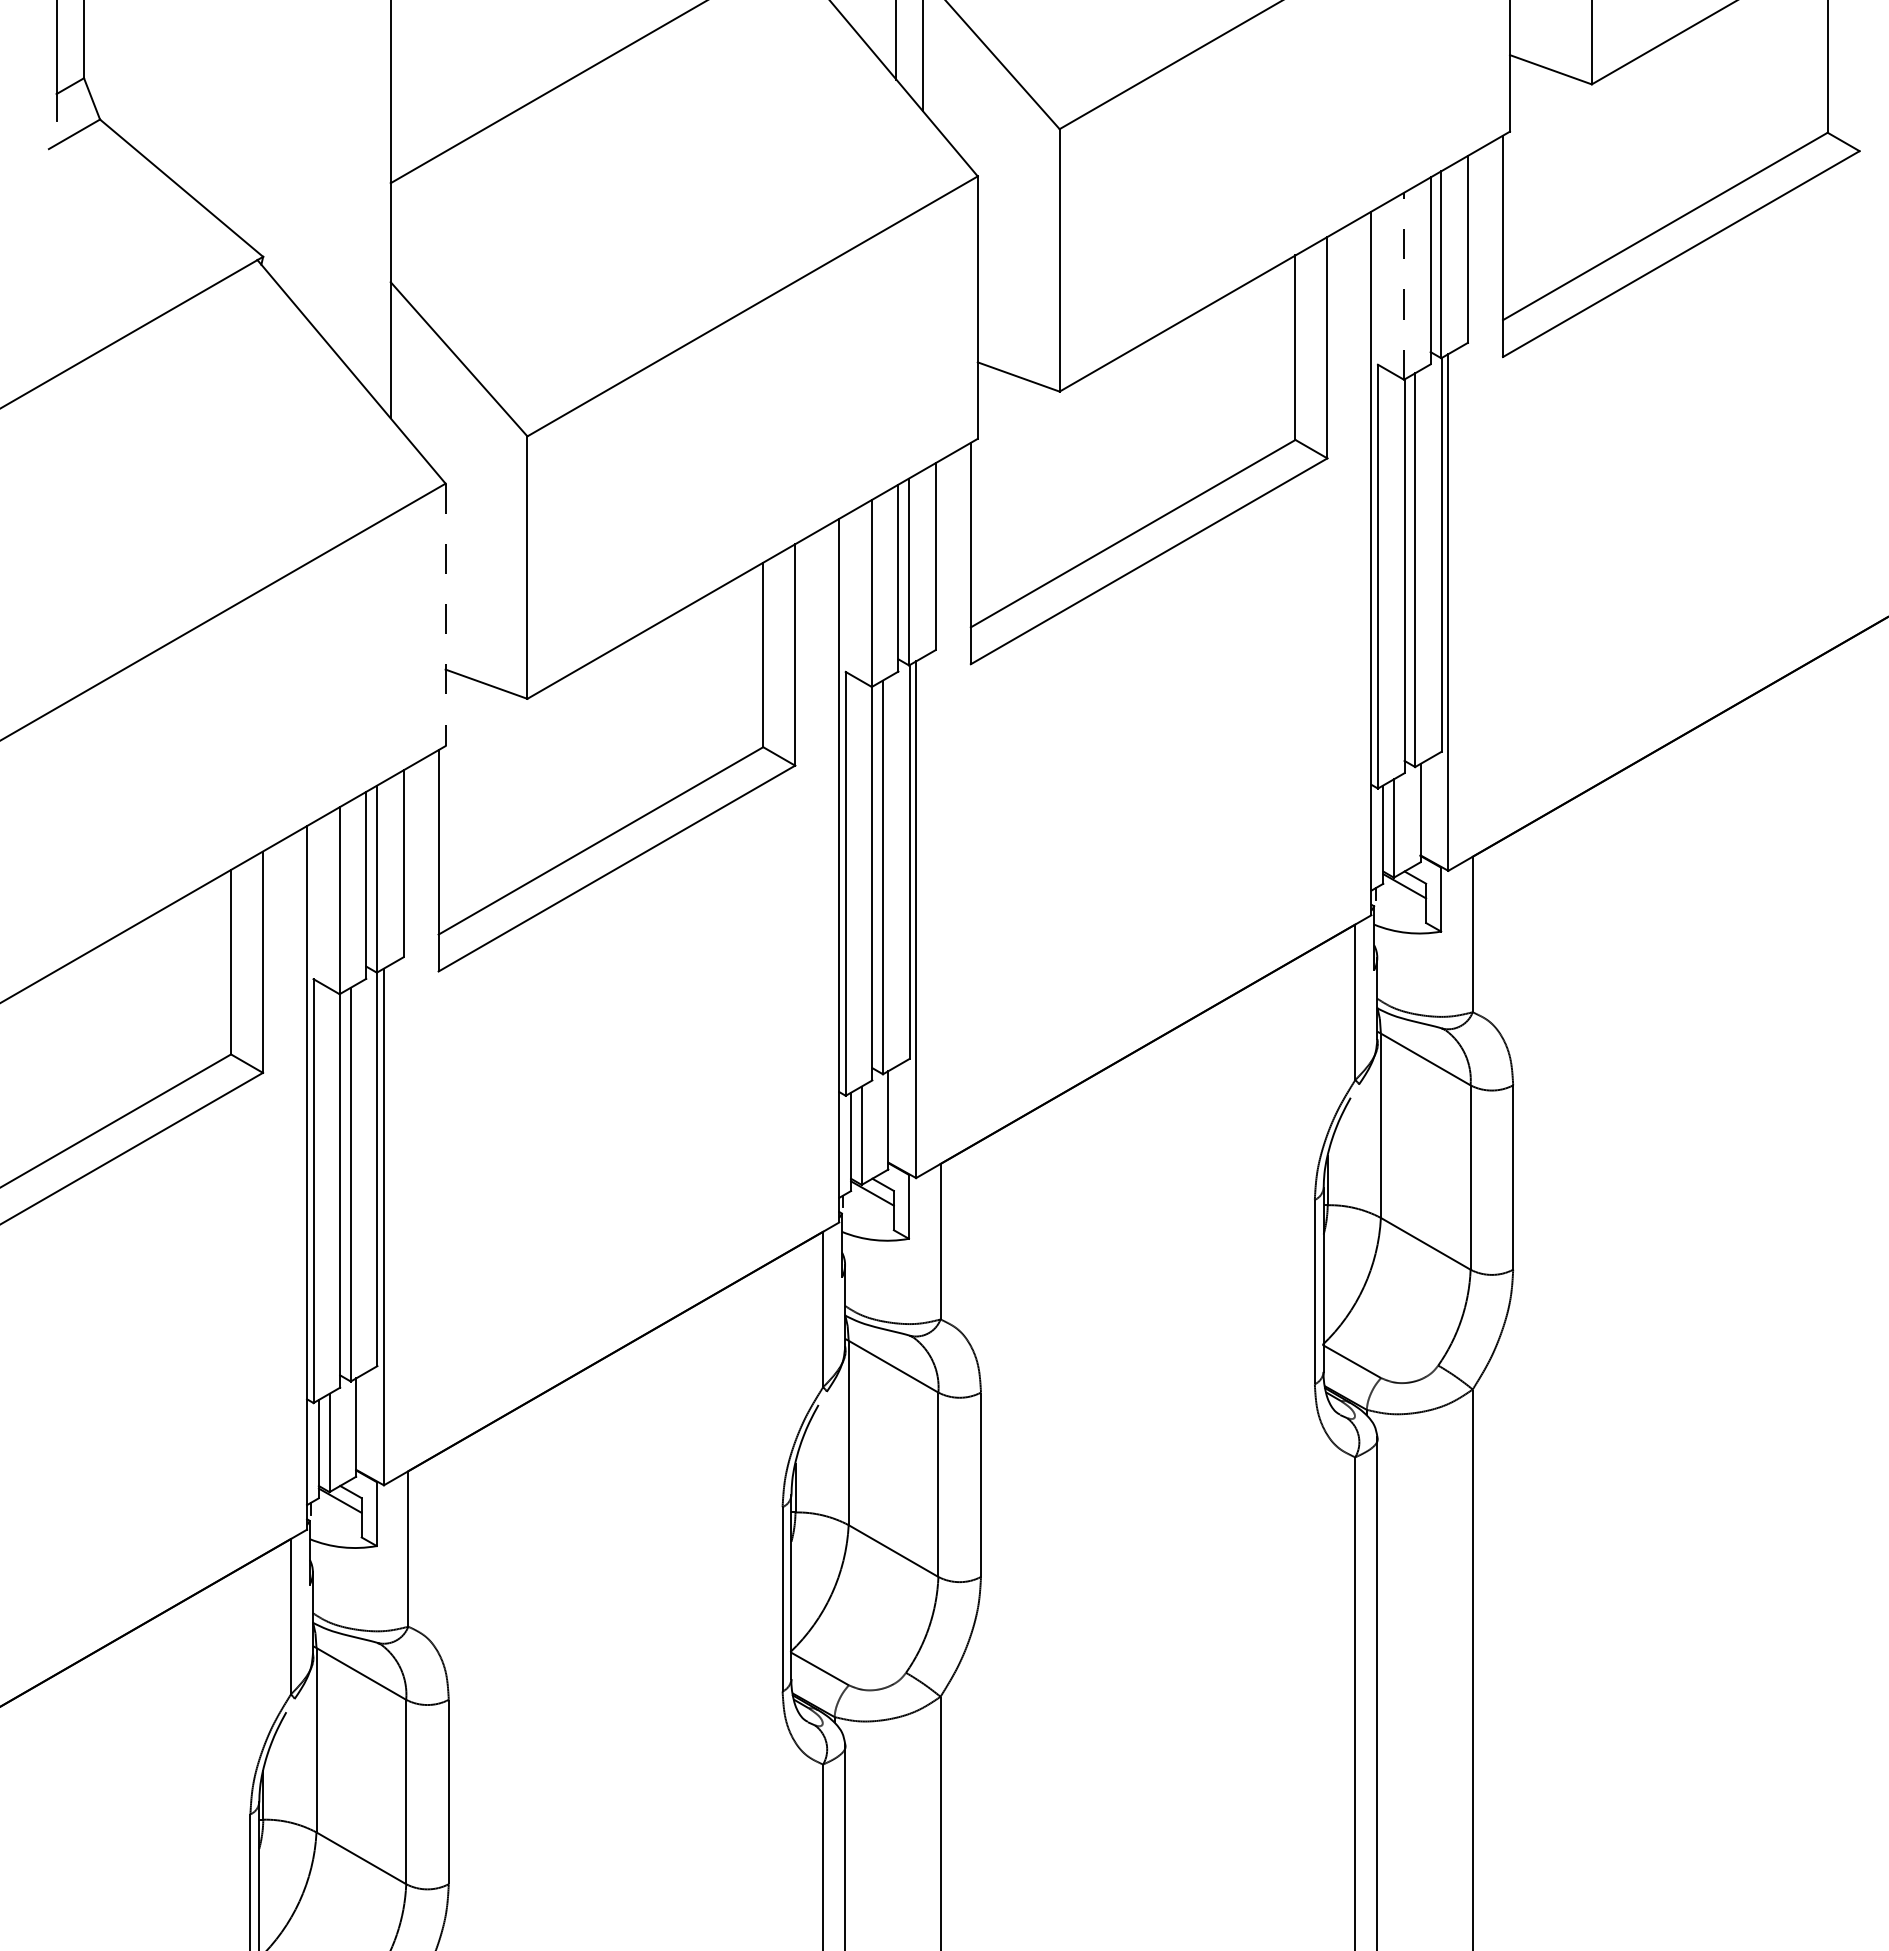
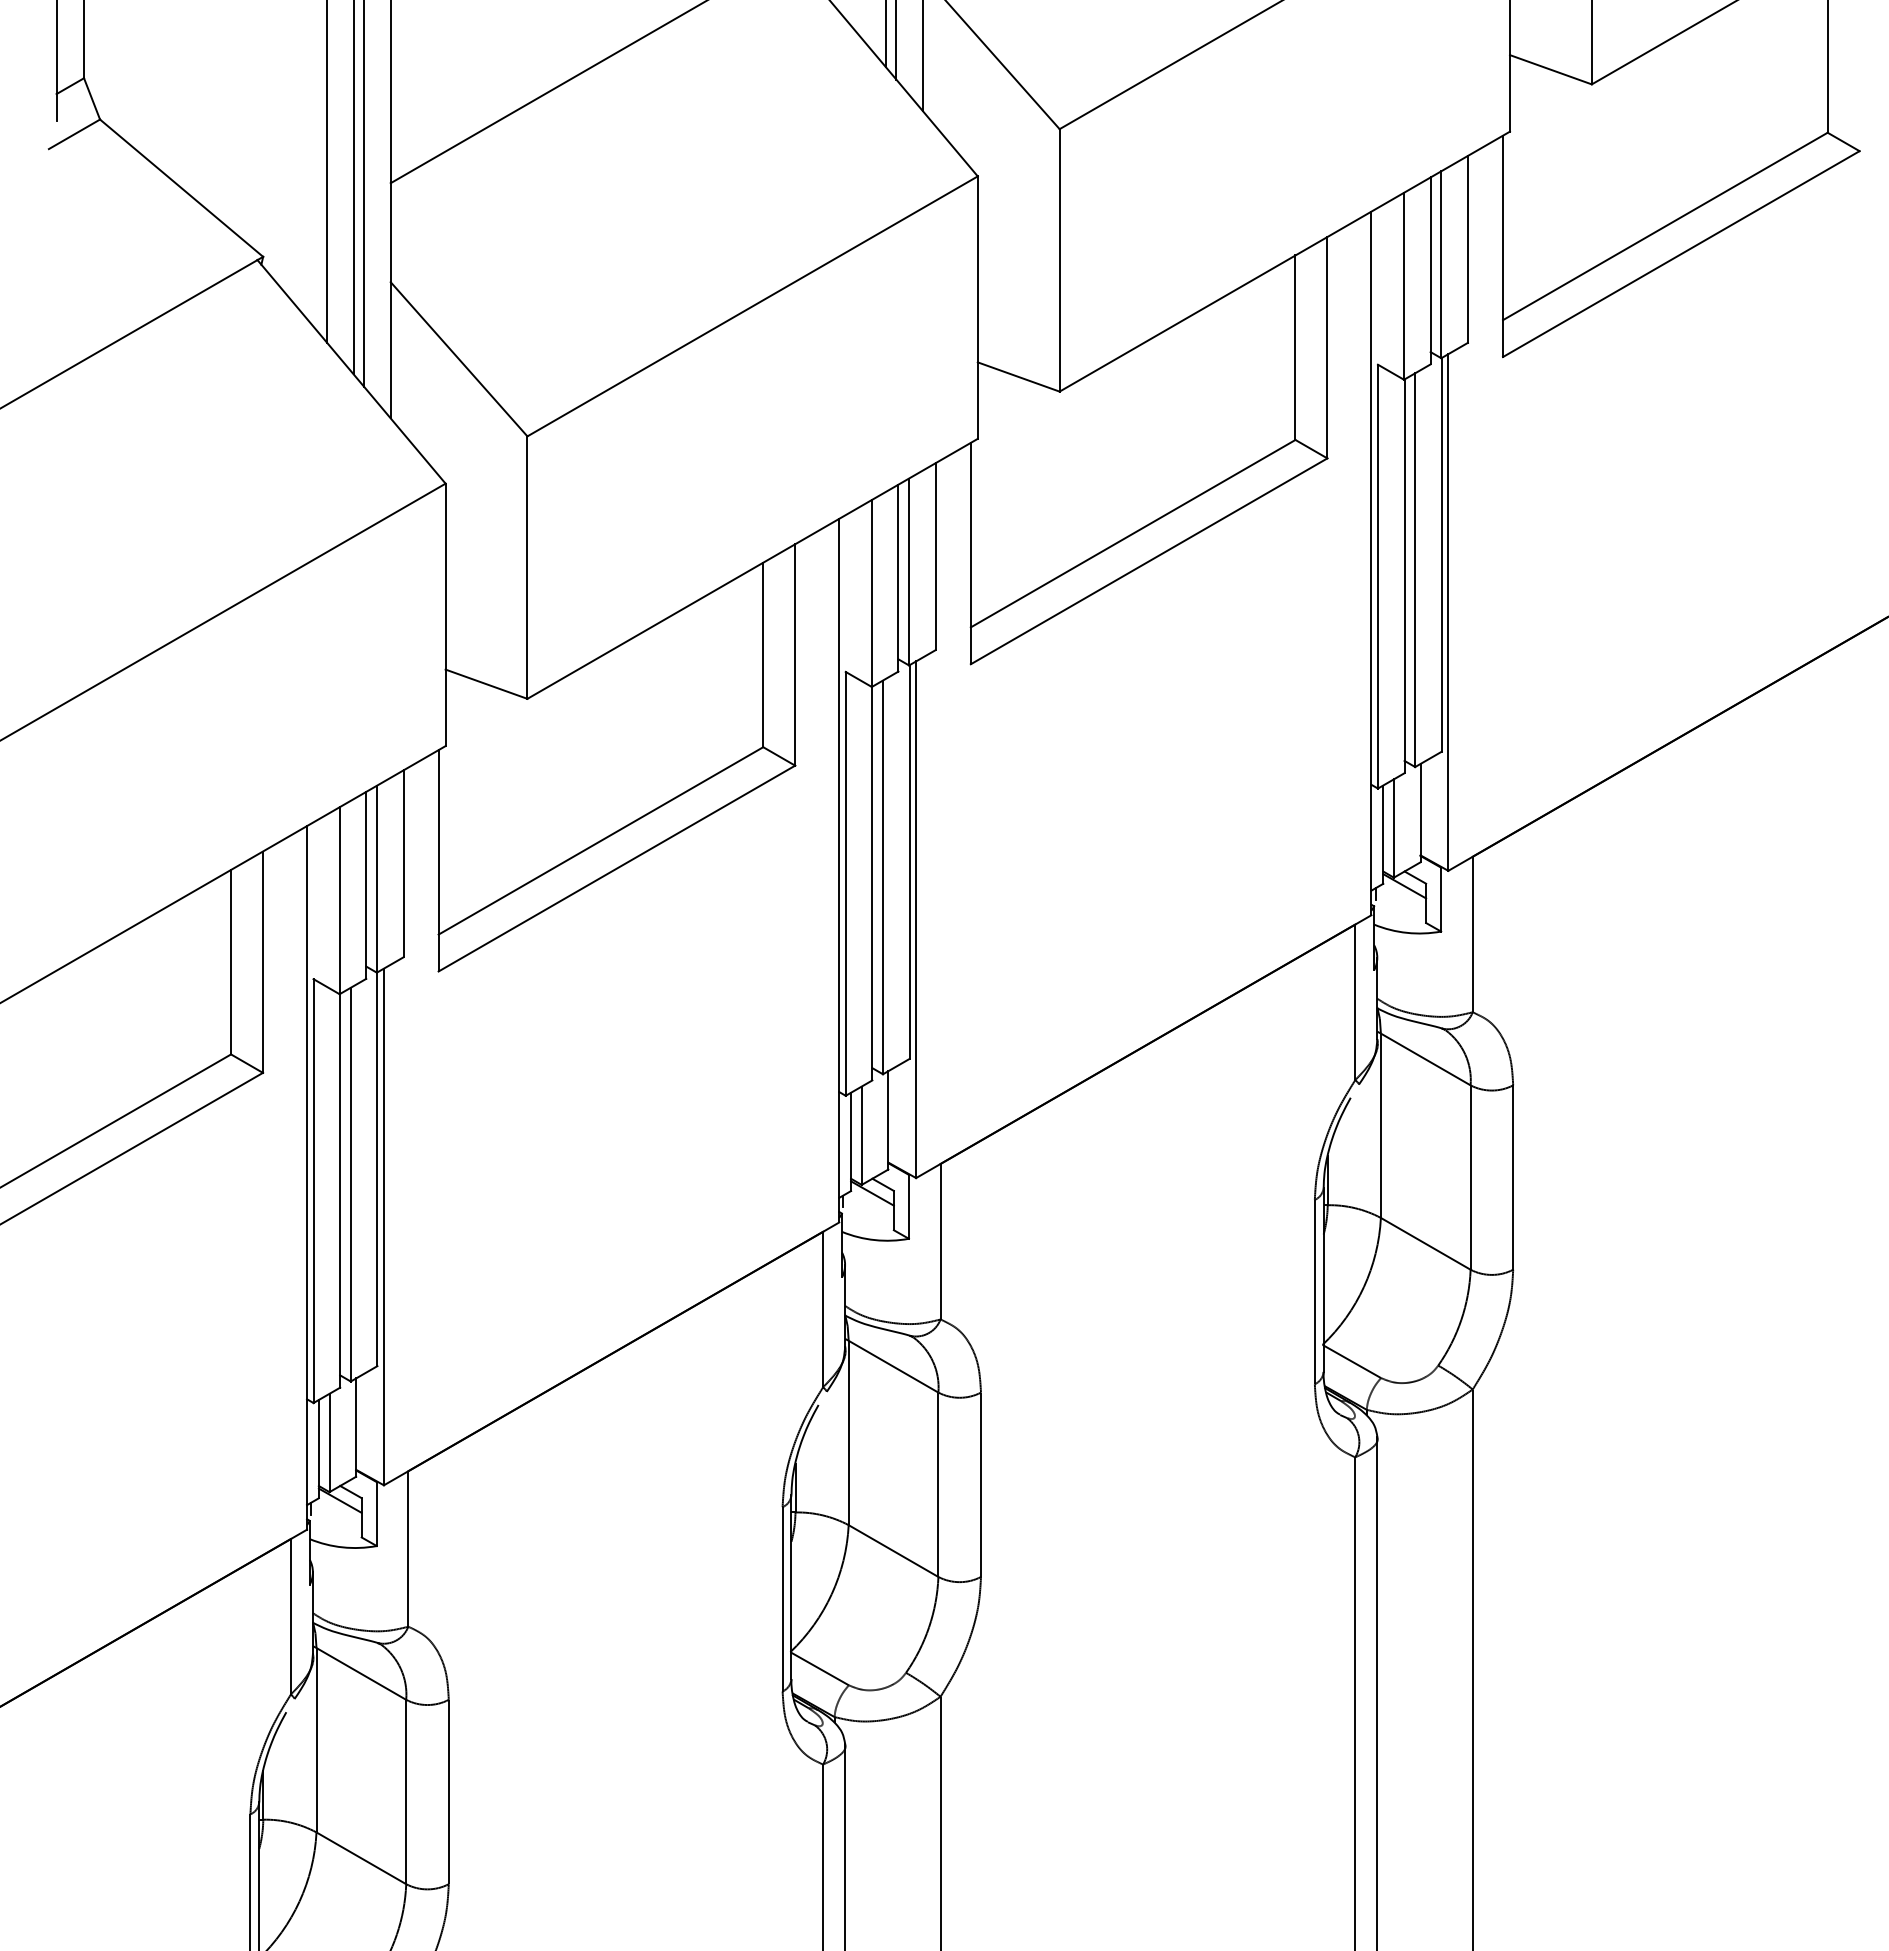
line at (885, 34): none -> present
line at (326, 172): none -> present
line at (353, 188): none -> present
line at (364, 194): none -> present
line at (1404, 285): dashed -> solid
line at (445, 615): dashed -> solid
